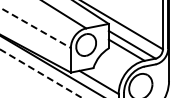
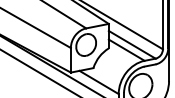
line at (36, 28): dashed -> solid
line at (41, 73): dashed -> solid
